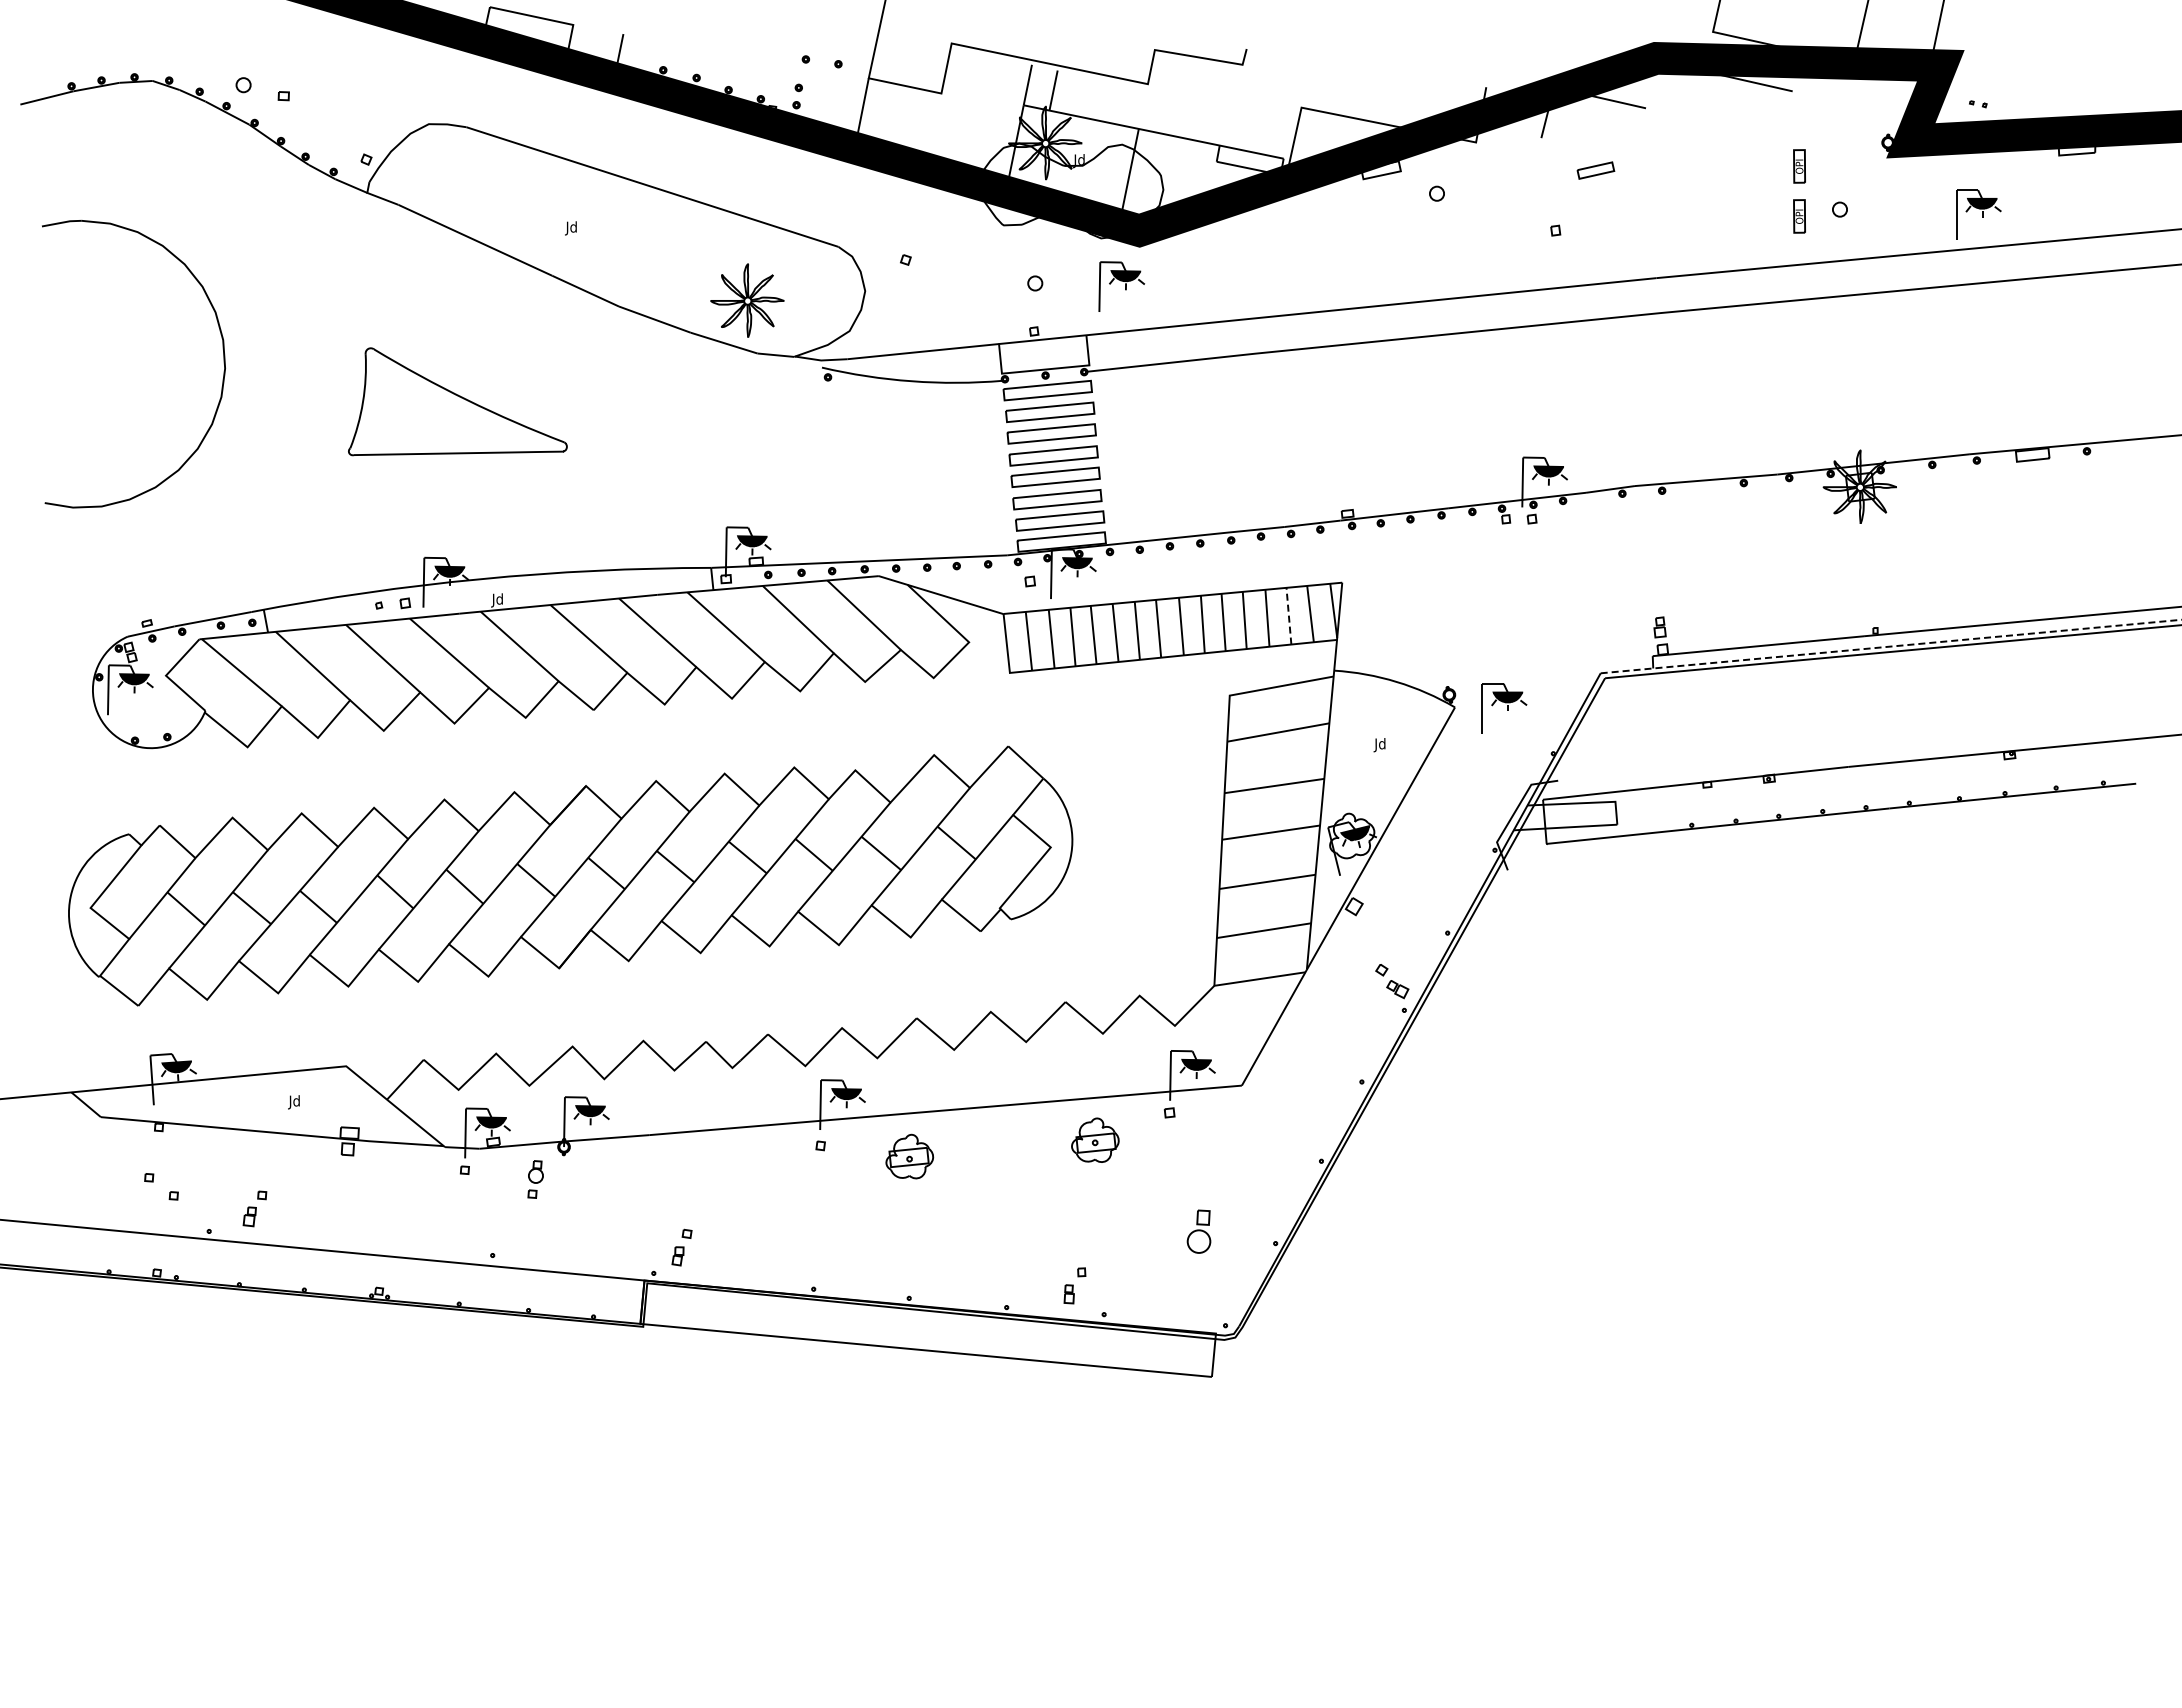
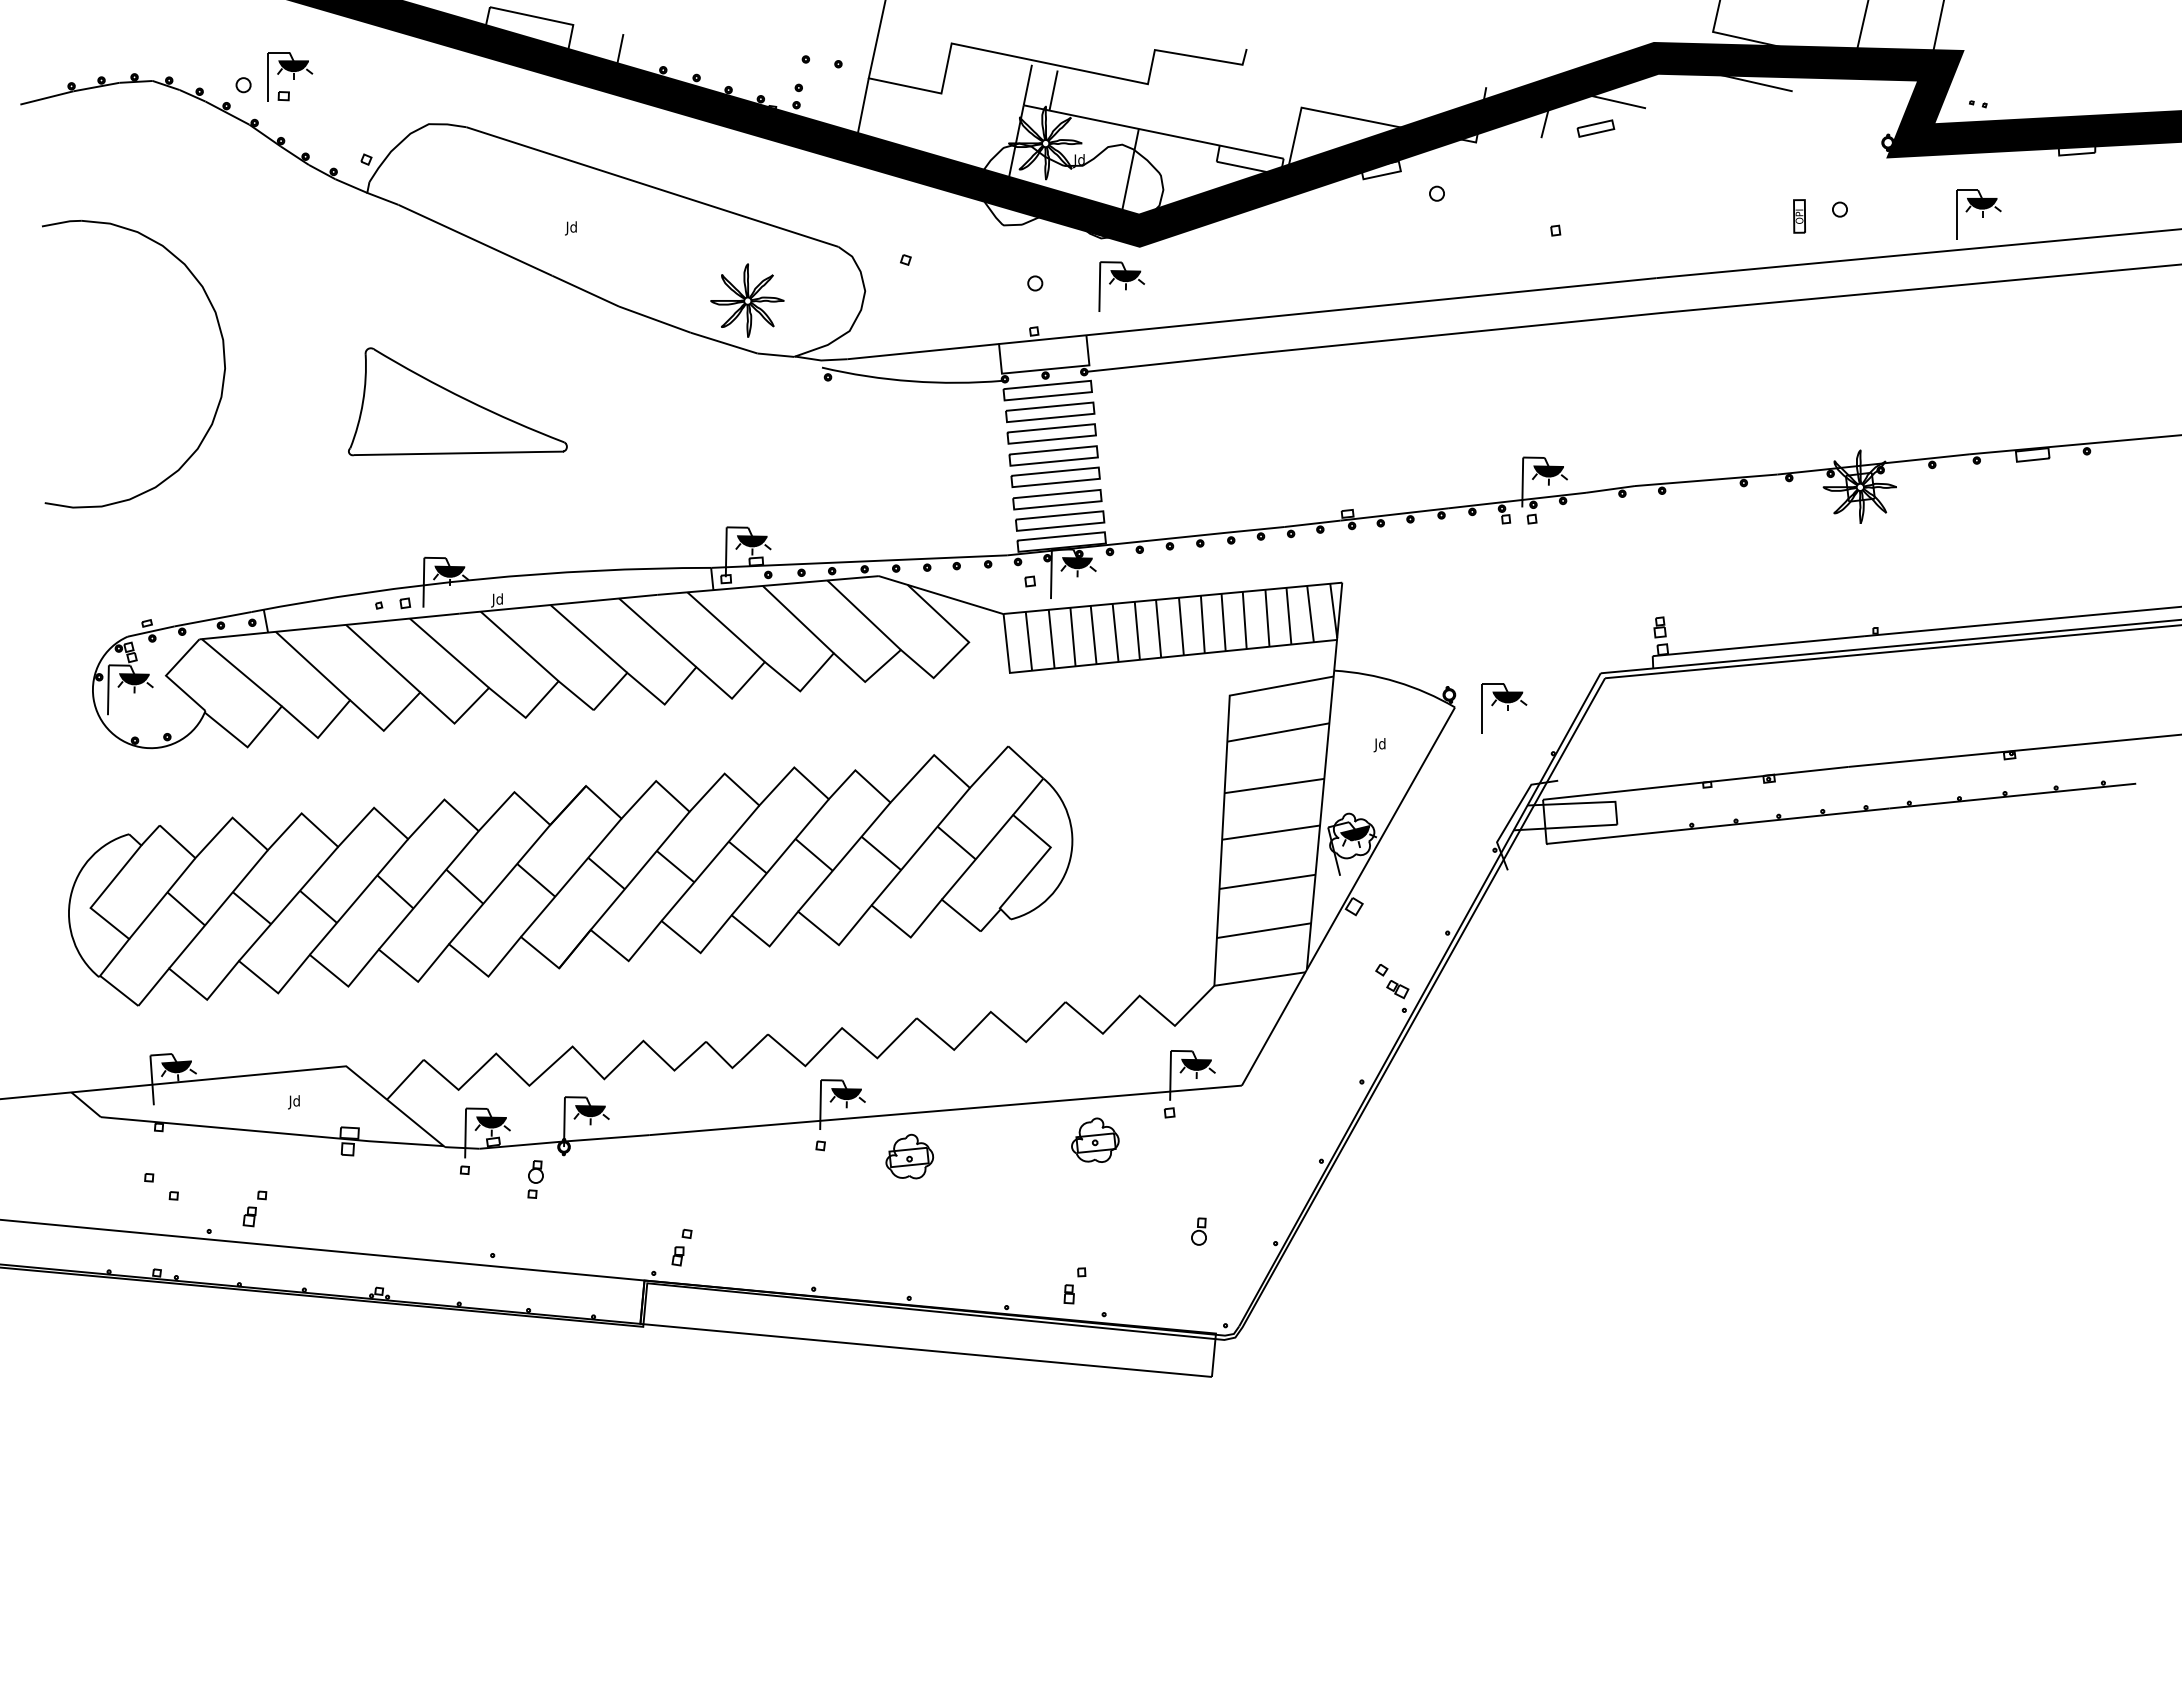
part at (290, 76): none -> present
part at (1799, 166): present -> none
part at (1595, 170) position: (1595, 170) -> (1595, 128)
line at (1288, 615): dashed -> solid
line at (1891, 646): dashed -> solid
part at (1198, 1231) size: 26x45 px -> 16x29 px
